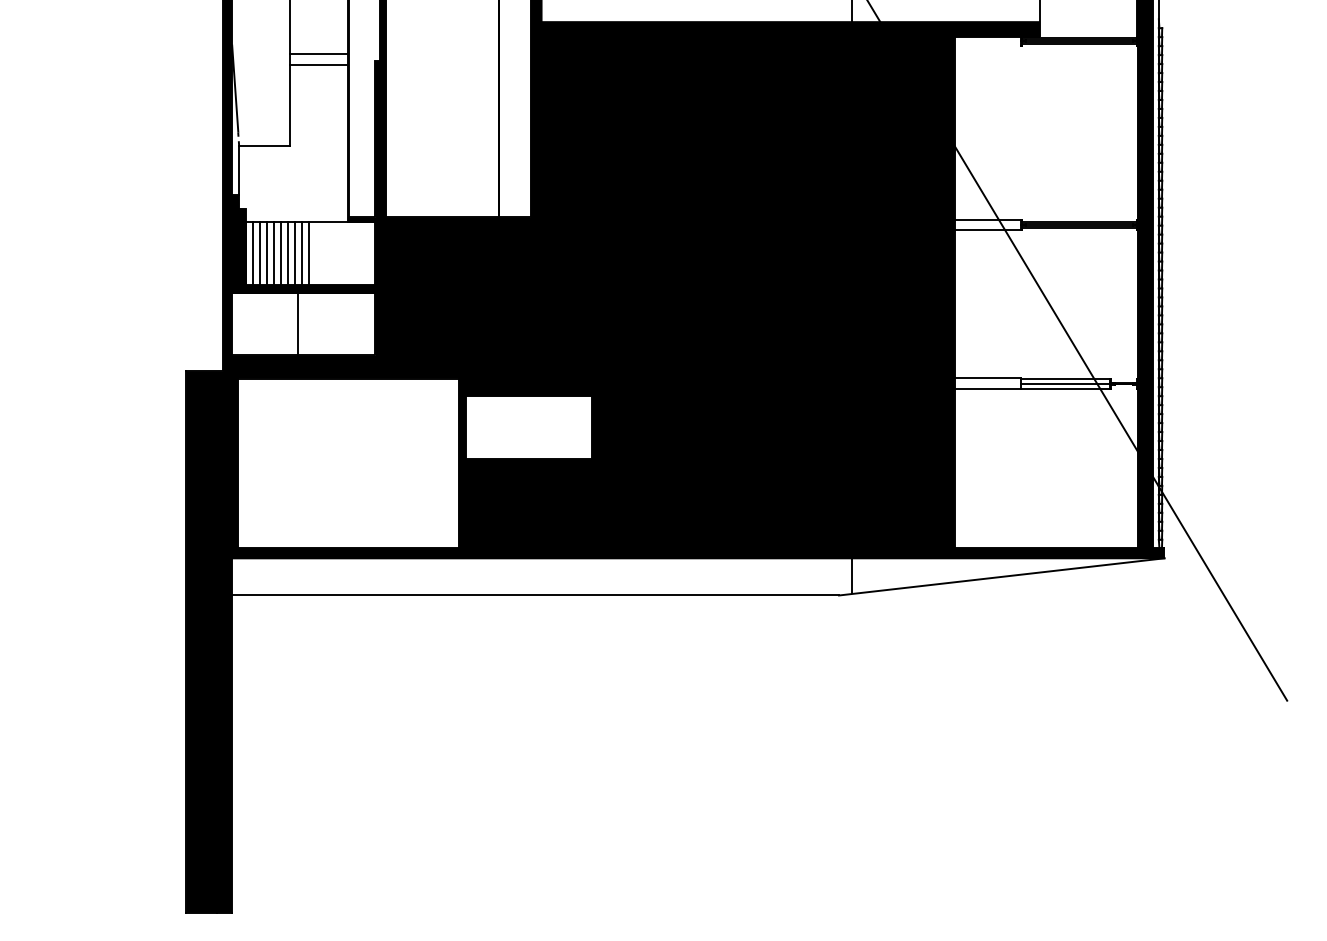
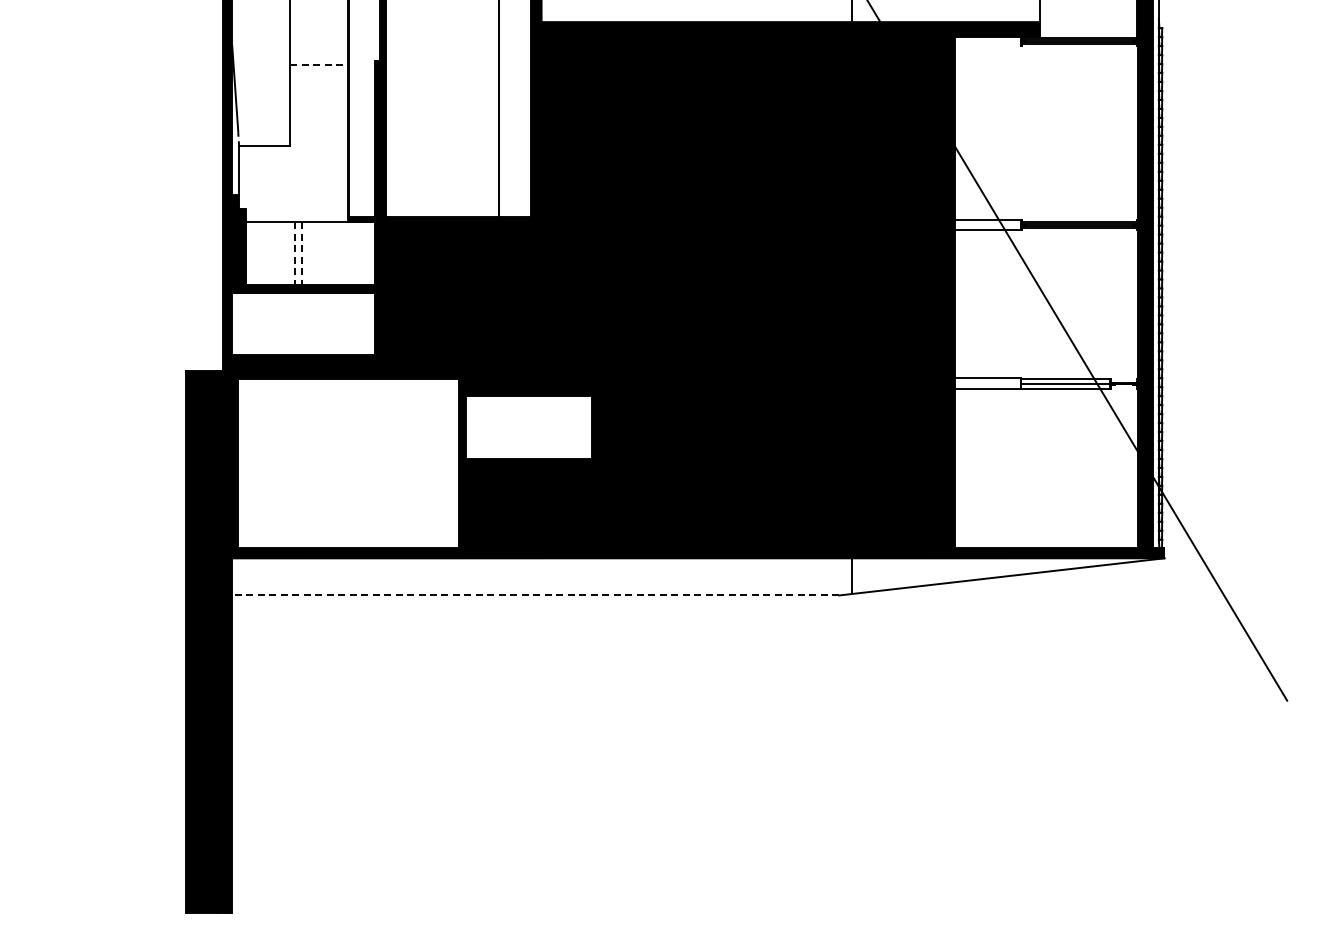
line at (318, 53): present -> none
line at (319, 65): solid -> dashed
line at (253, 253): present -> none
line at (260, 253): present -> none
line at (267, 253): present -> none
line at (274, 253): present -> none
line at (281, 253): present -> none
line at (288, 253): present -> none
line at (309, 253): present -> none
line at (295, 254): solid -> dashed
line at (302, 254): solid -> dashed
line at (298, 323): present -> none
line at (535, 595): solid -> dashed
